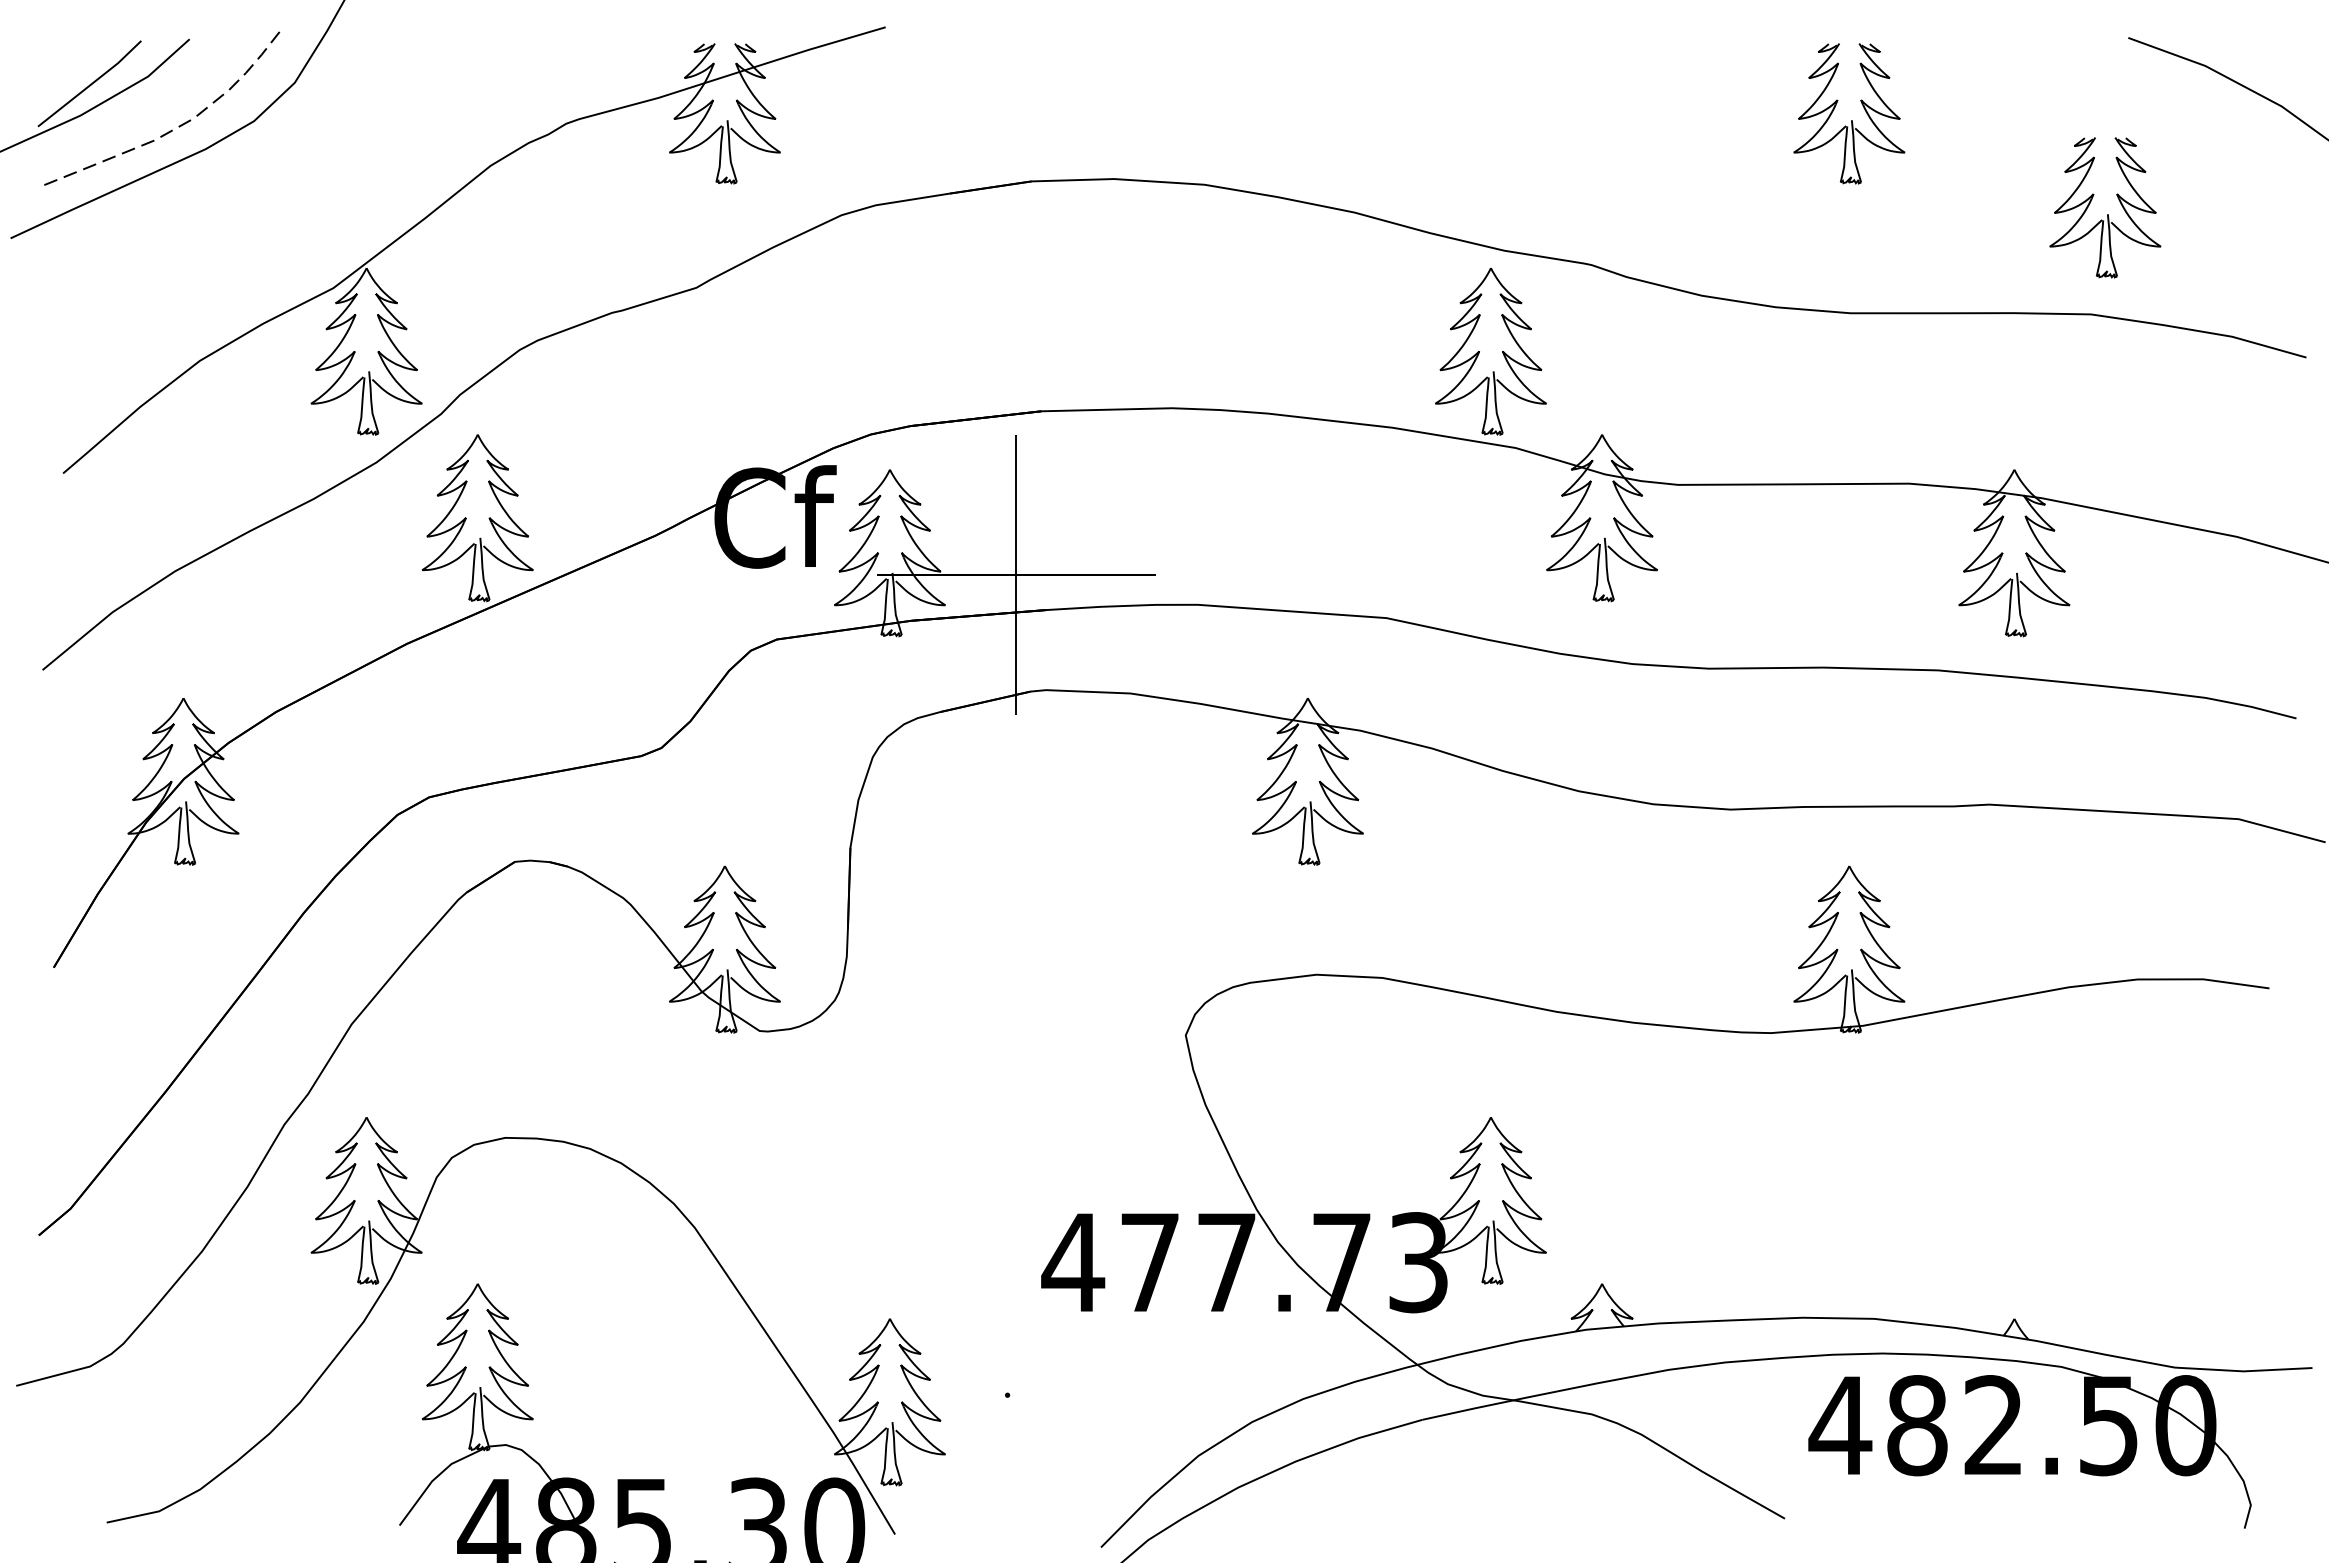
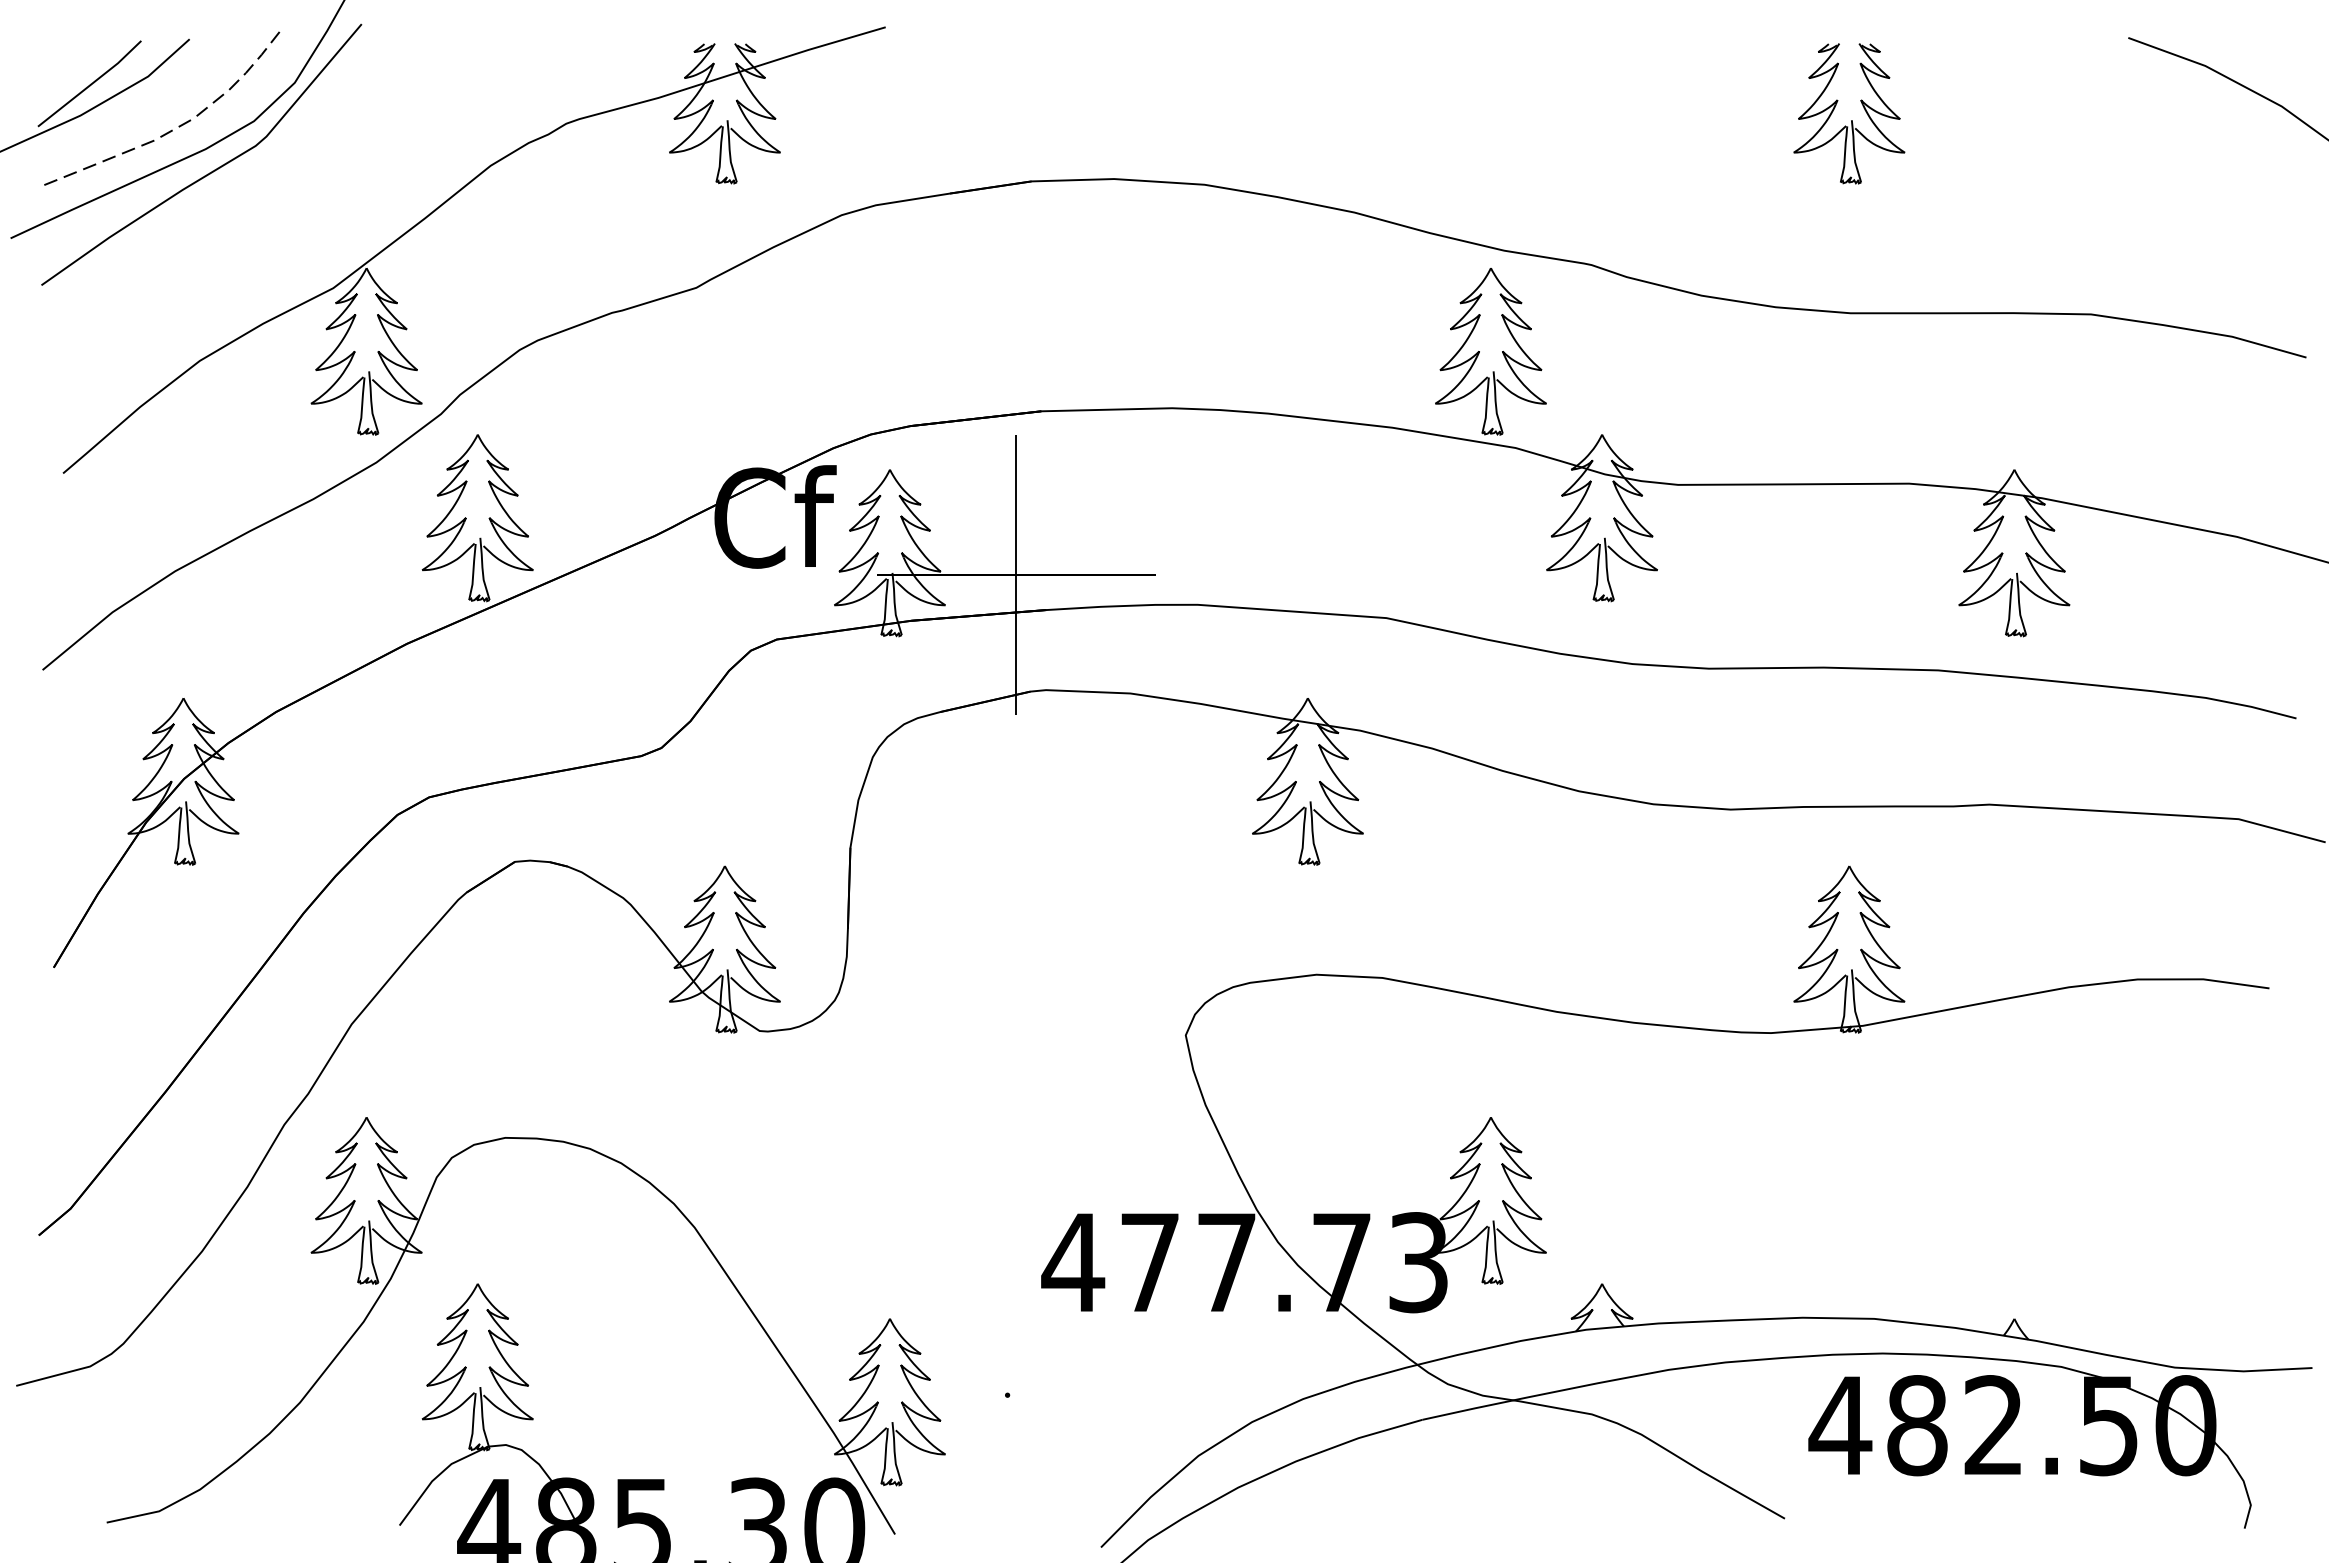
curve at (212, 170): none -> present
part at (2107, 214): present -> none
